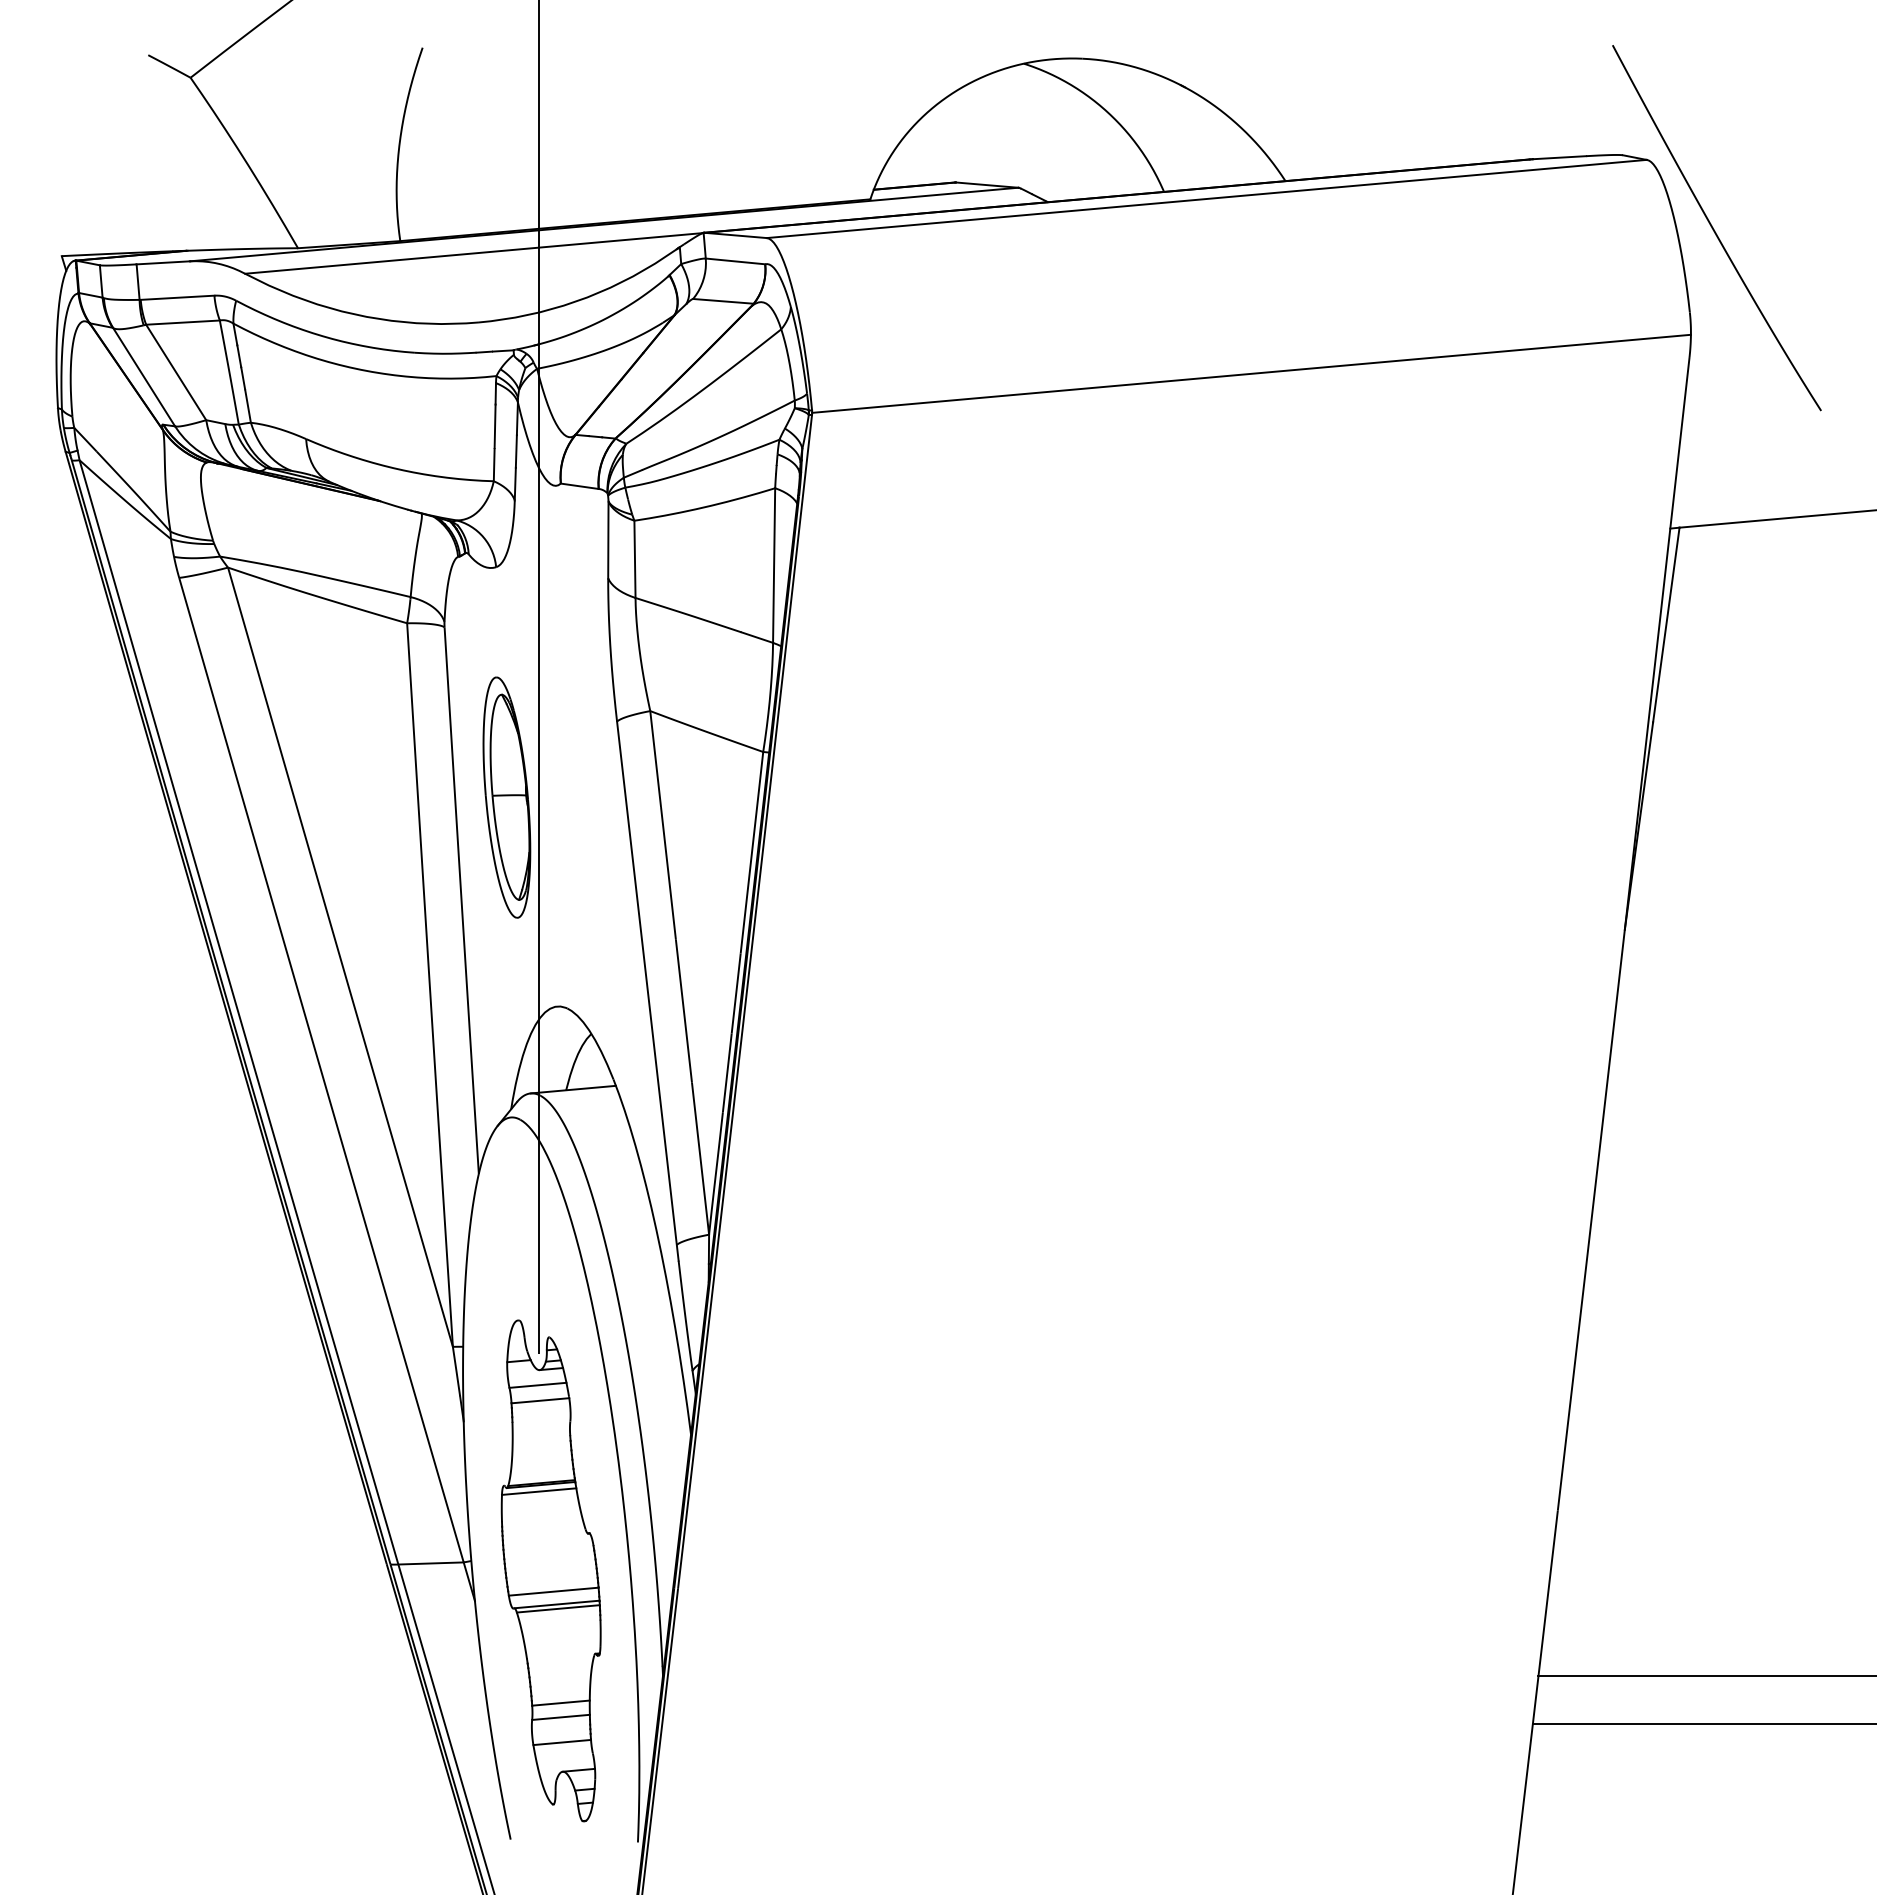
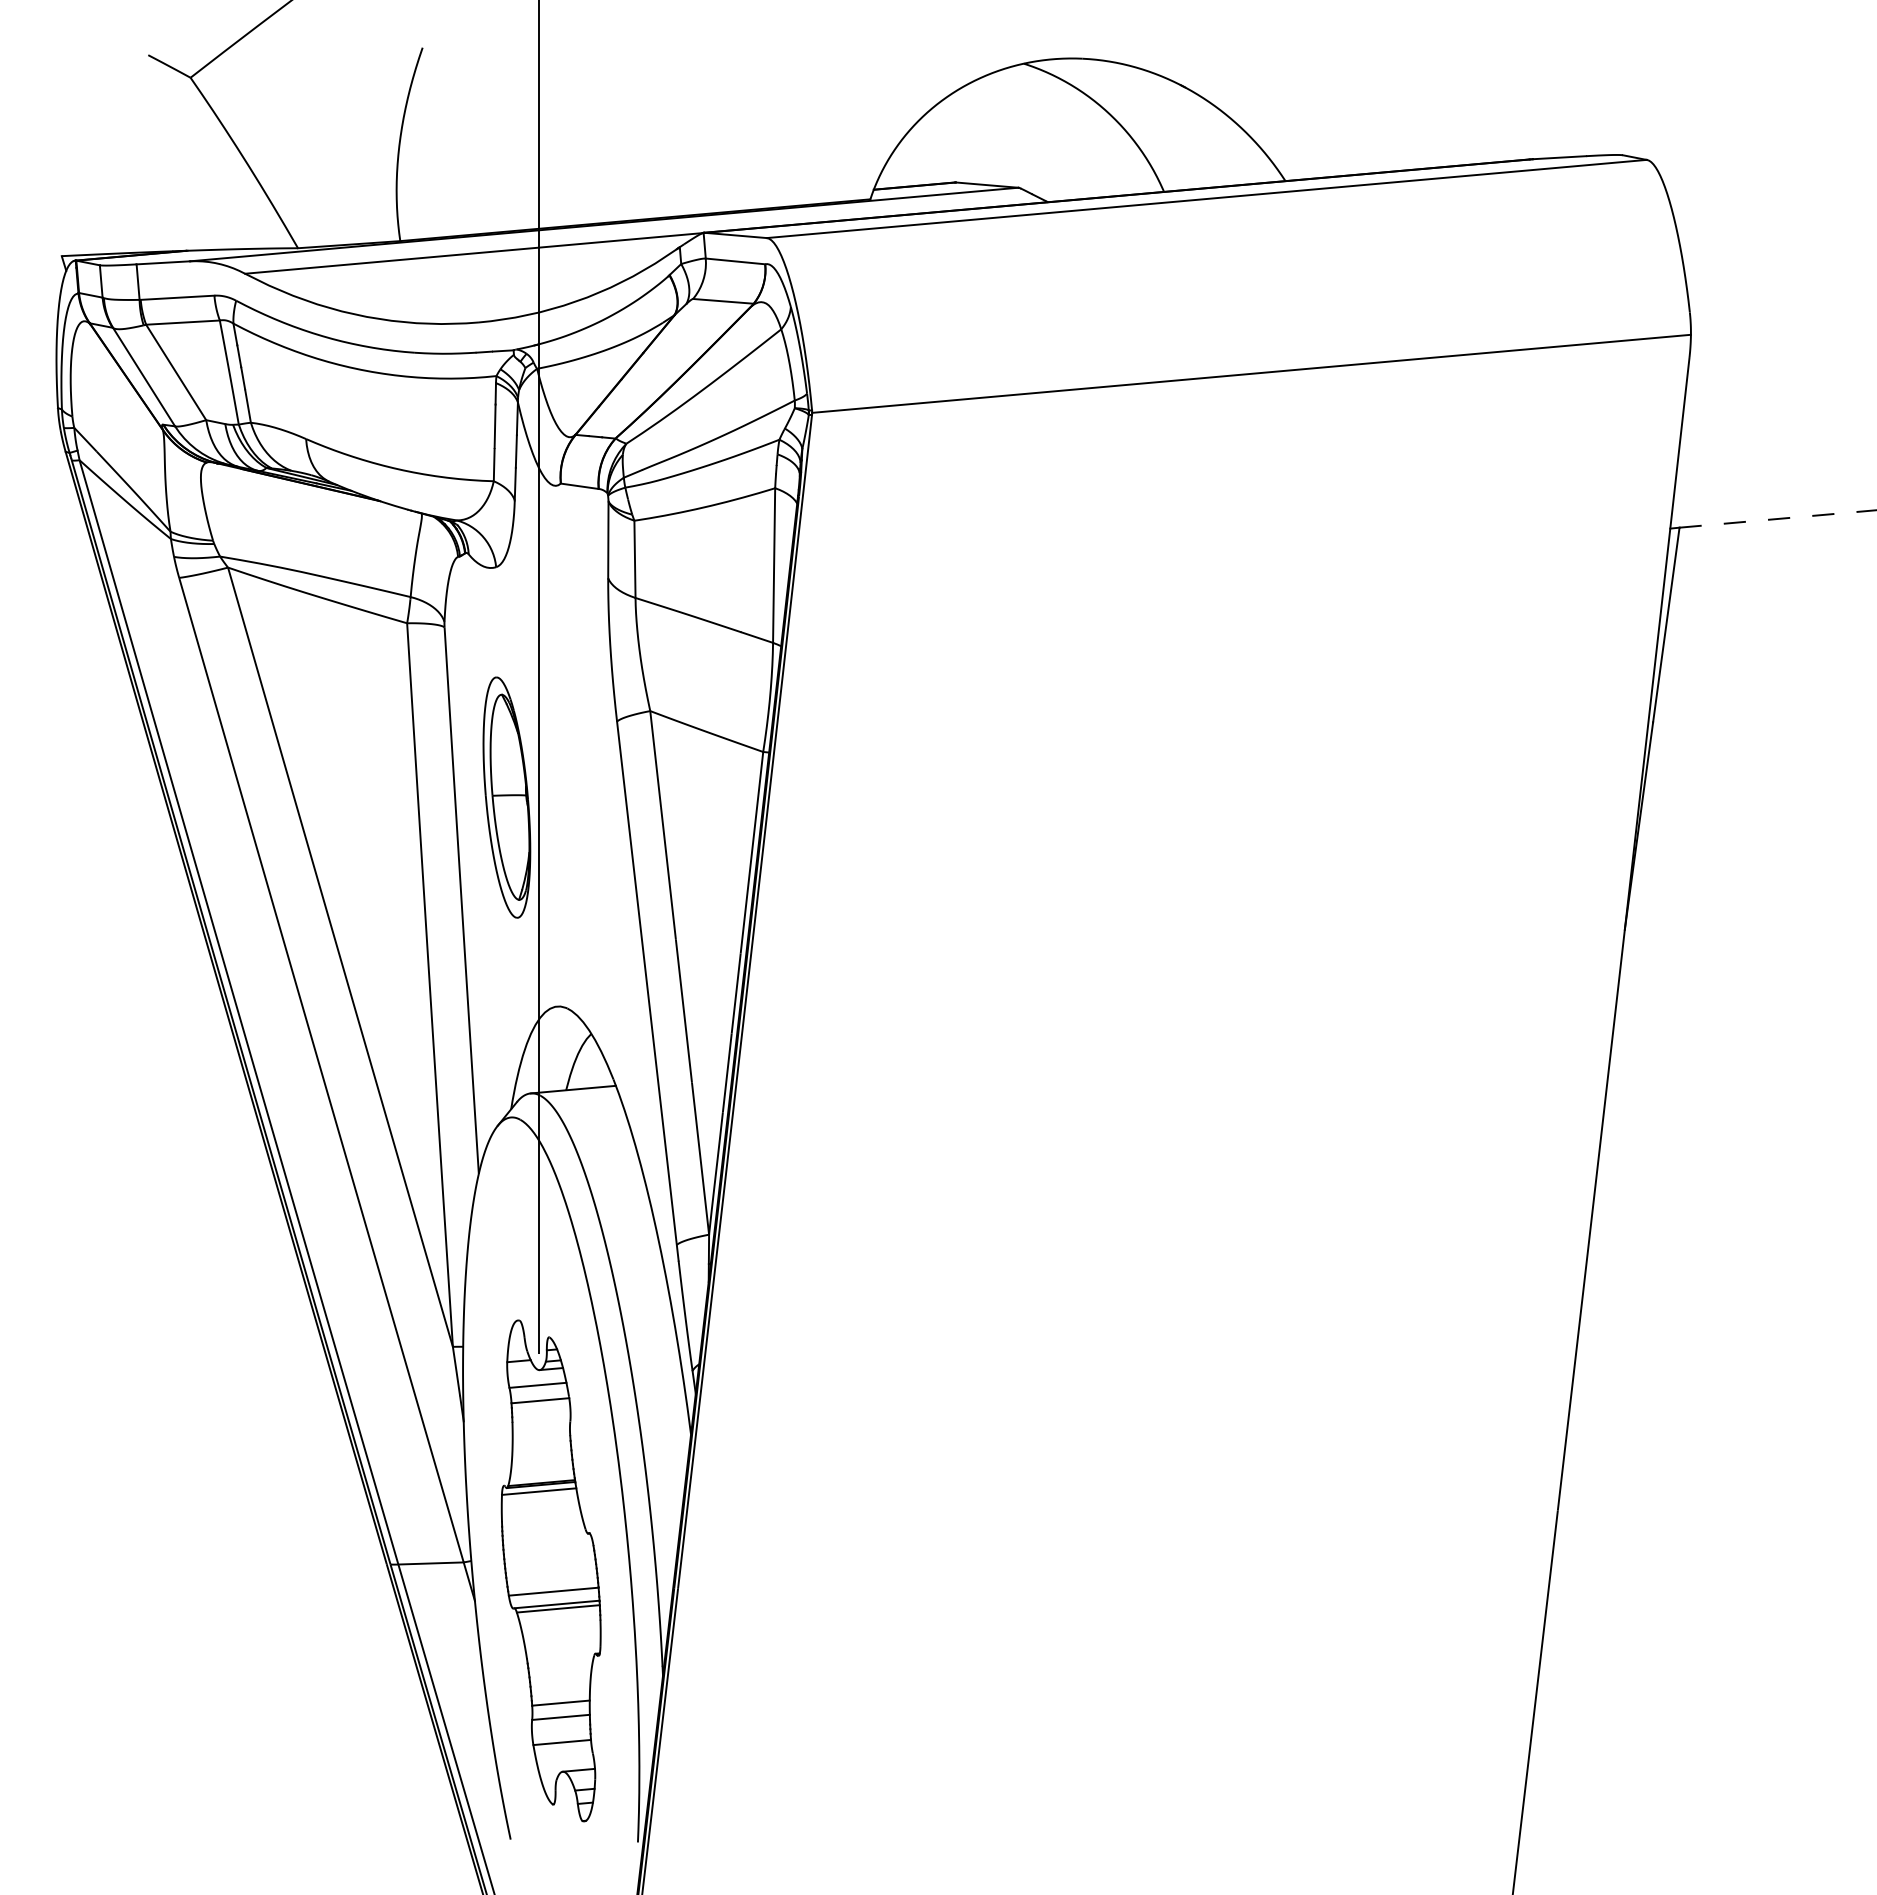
curve at (1714, 229): present -> none
line at (1778, 518): solid -> dashed
line at (1705, 1676): present -> none
line at (1702, 1724): present -> none
